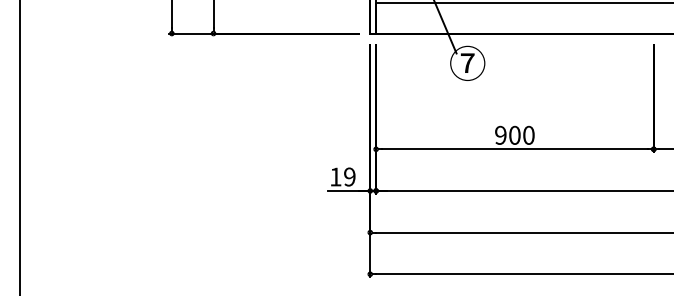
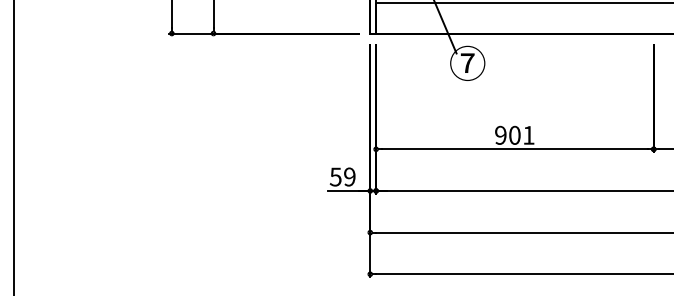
text at (528, 134): 900 -> 901
line at (20, 147) position: (20, 147) -> (14, 147)
text at (335, 176): 19 -> 59
